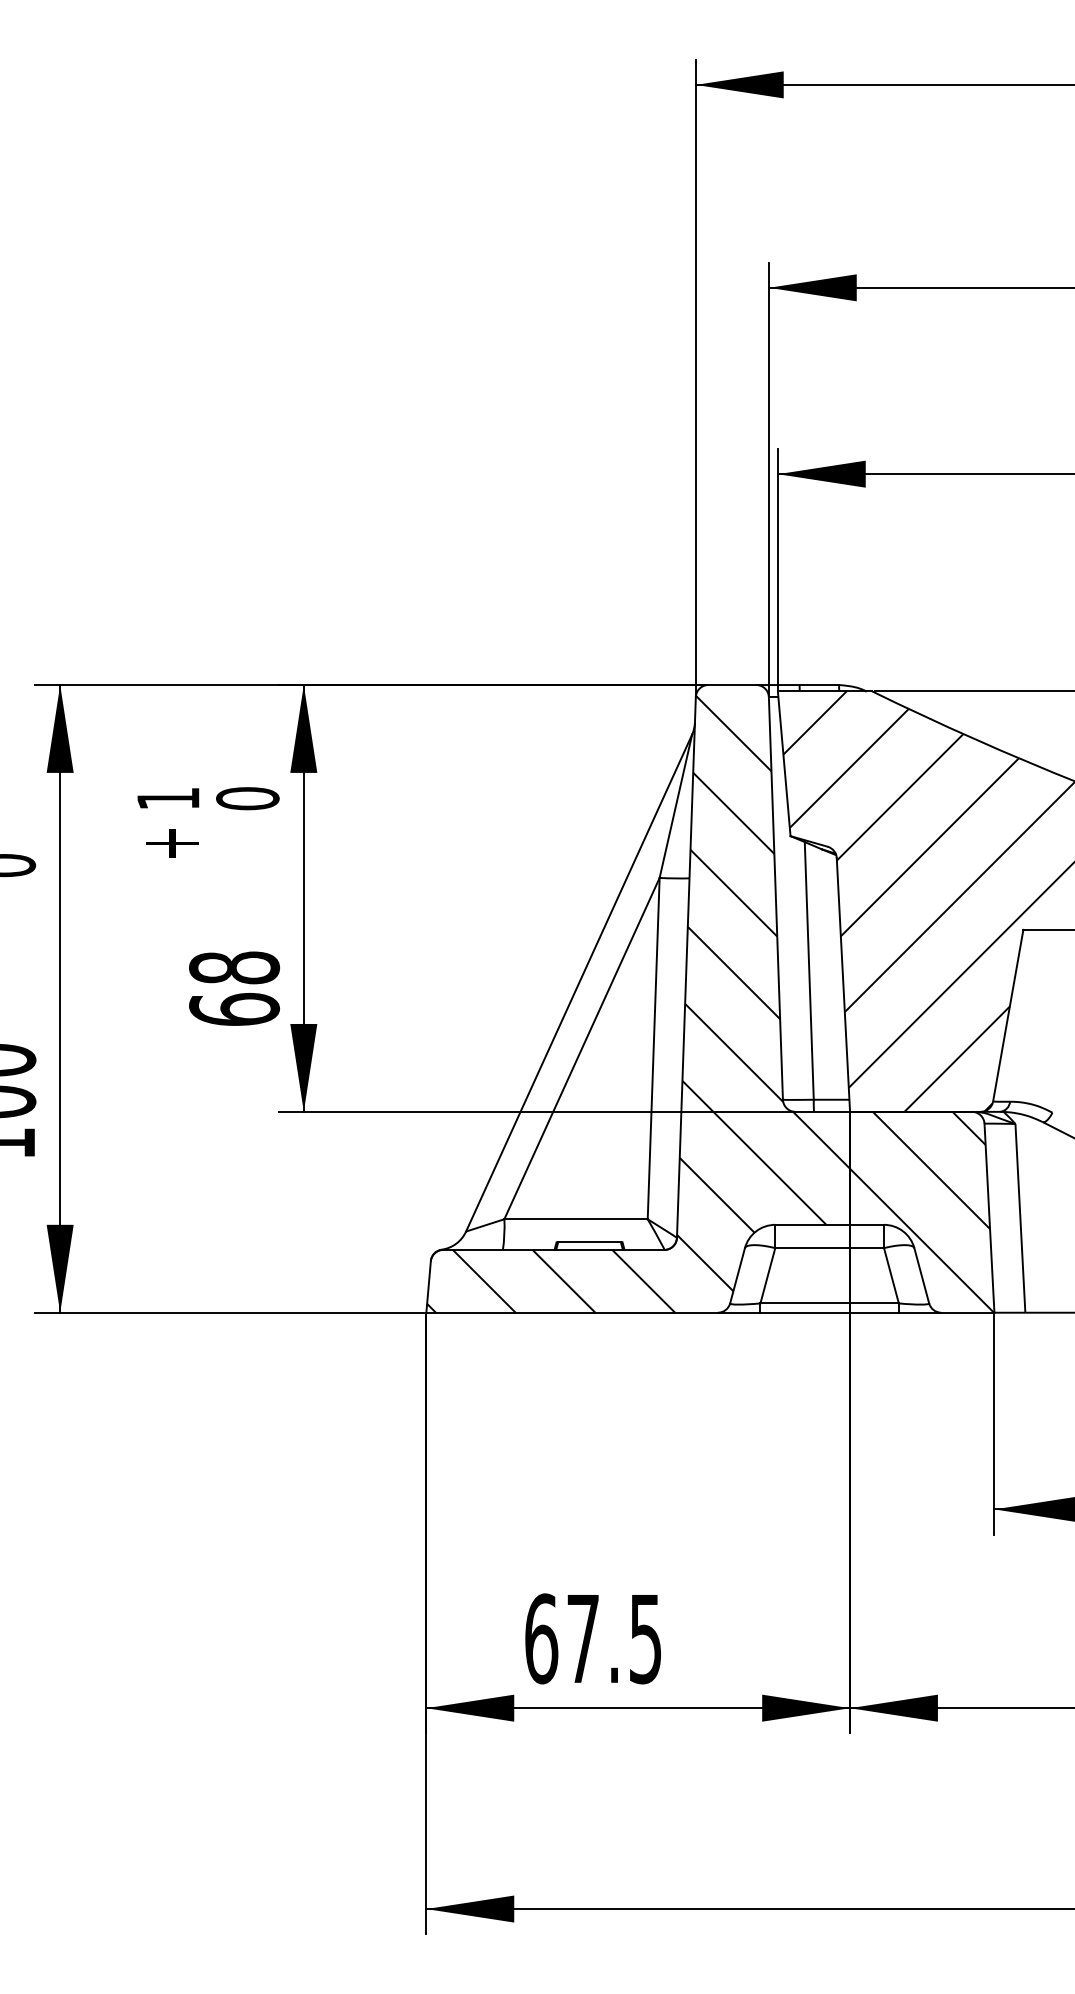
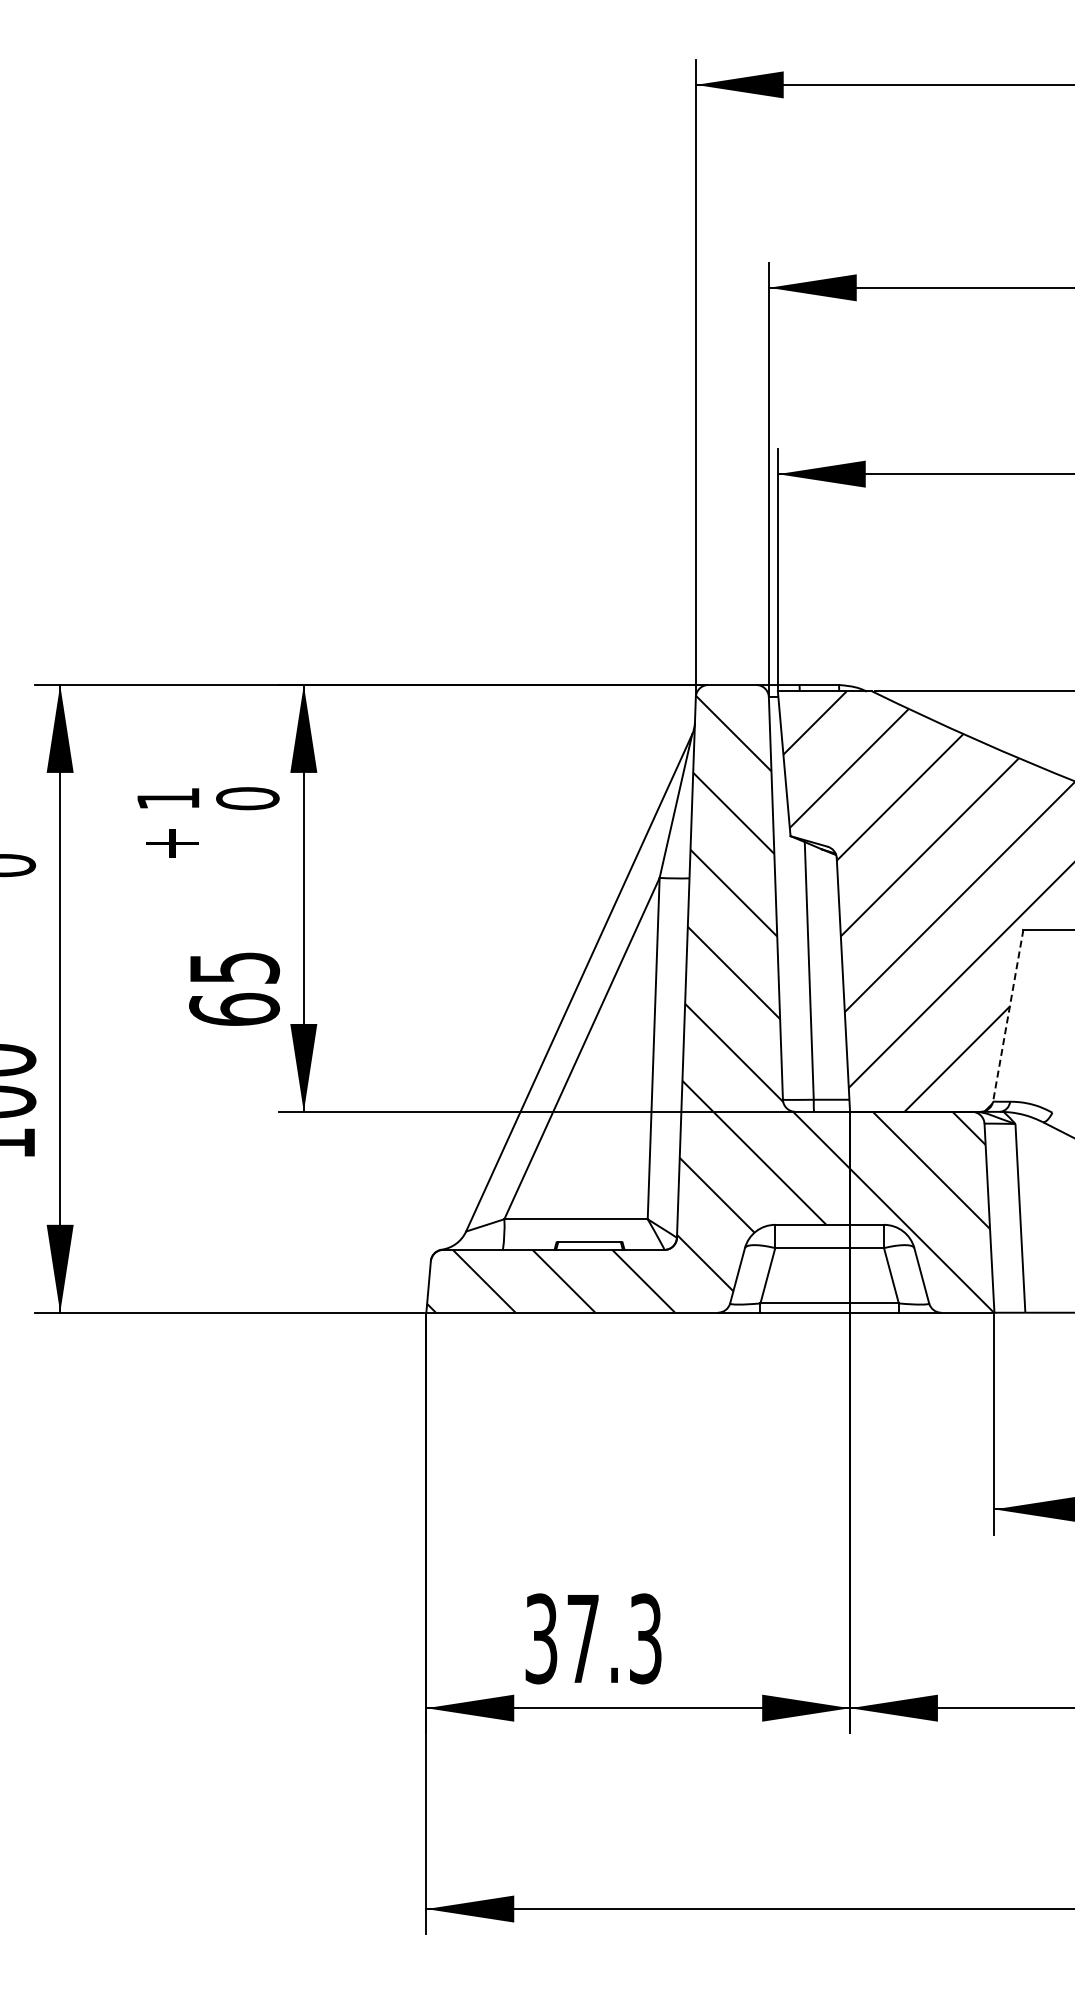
text at (234, 967): 68 -> 65
line at (1008, 1016): solid -> dashed
text at (593, 1638): 67.5 -> 37.3
